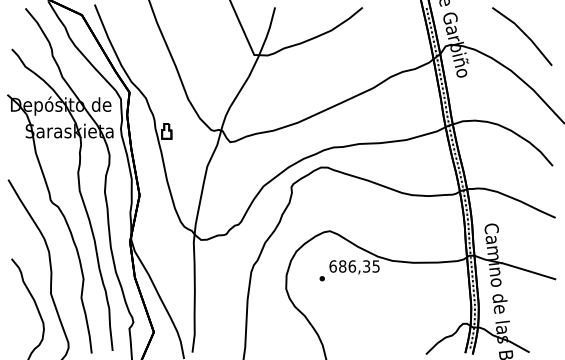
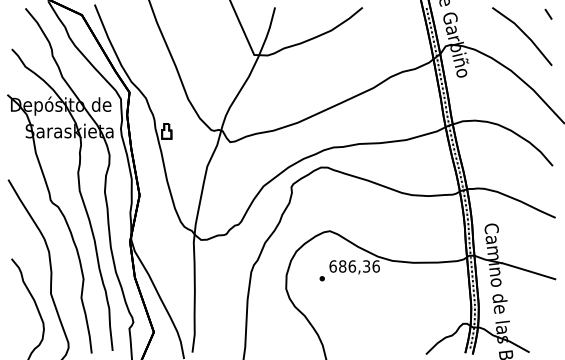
line at (548, 13): none -> present
text at (375, 266): 686,35 -> 686,36
